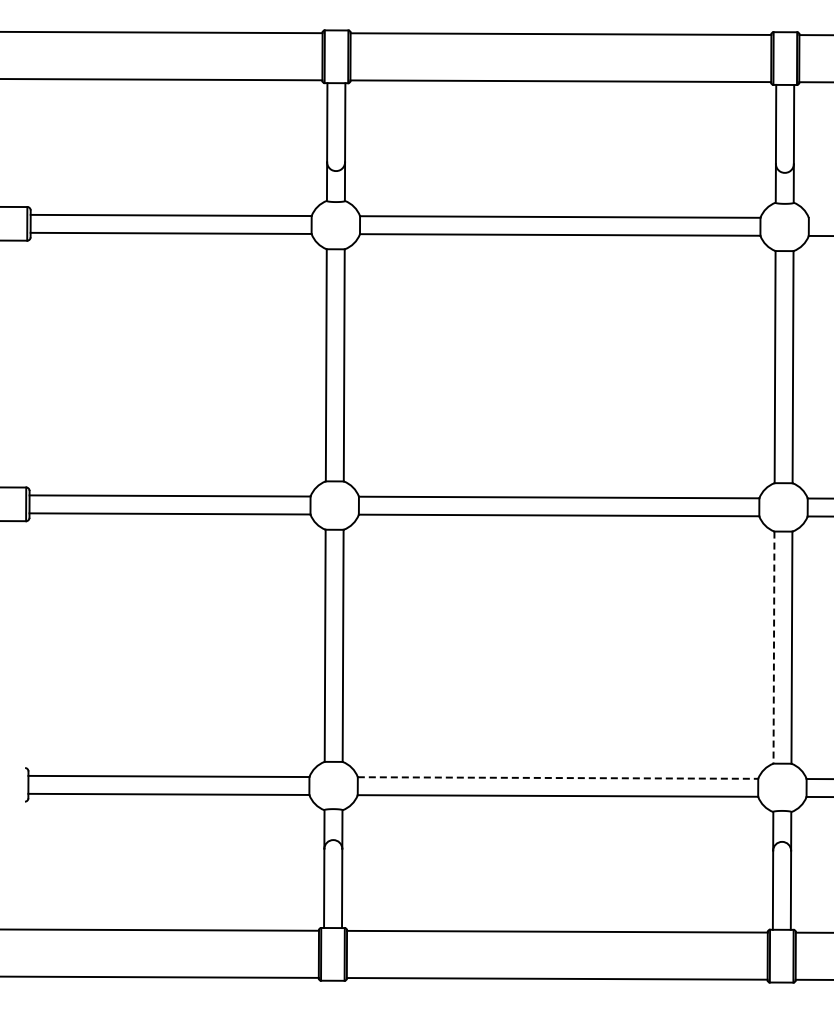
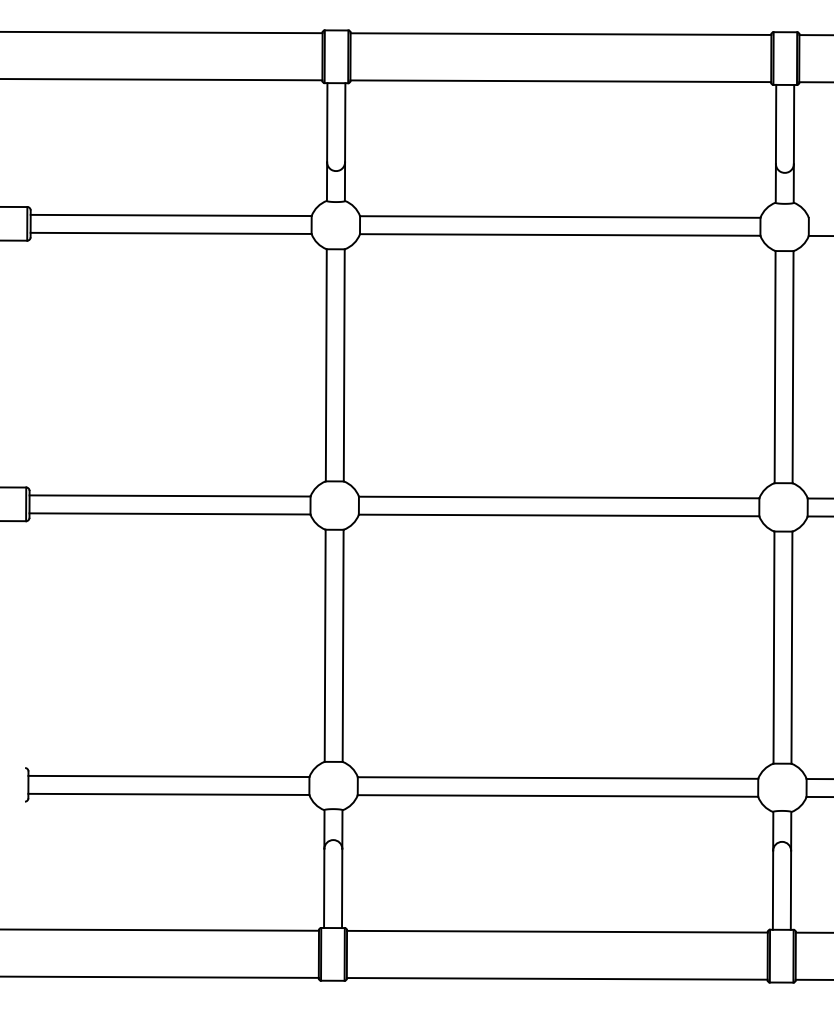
line at (773, 648): dashed -> solid
line at (558, 778): dashed -> solid
